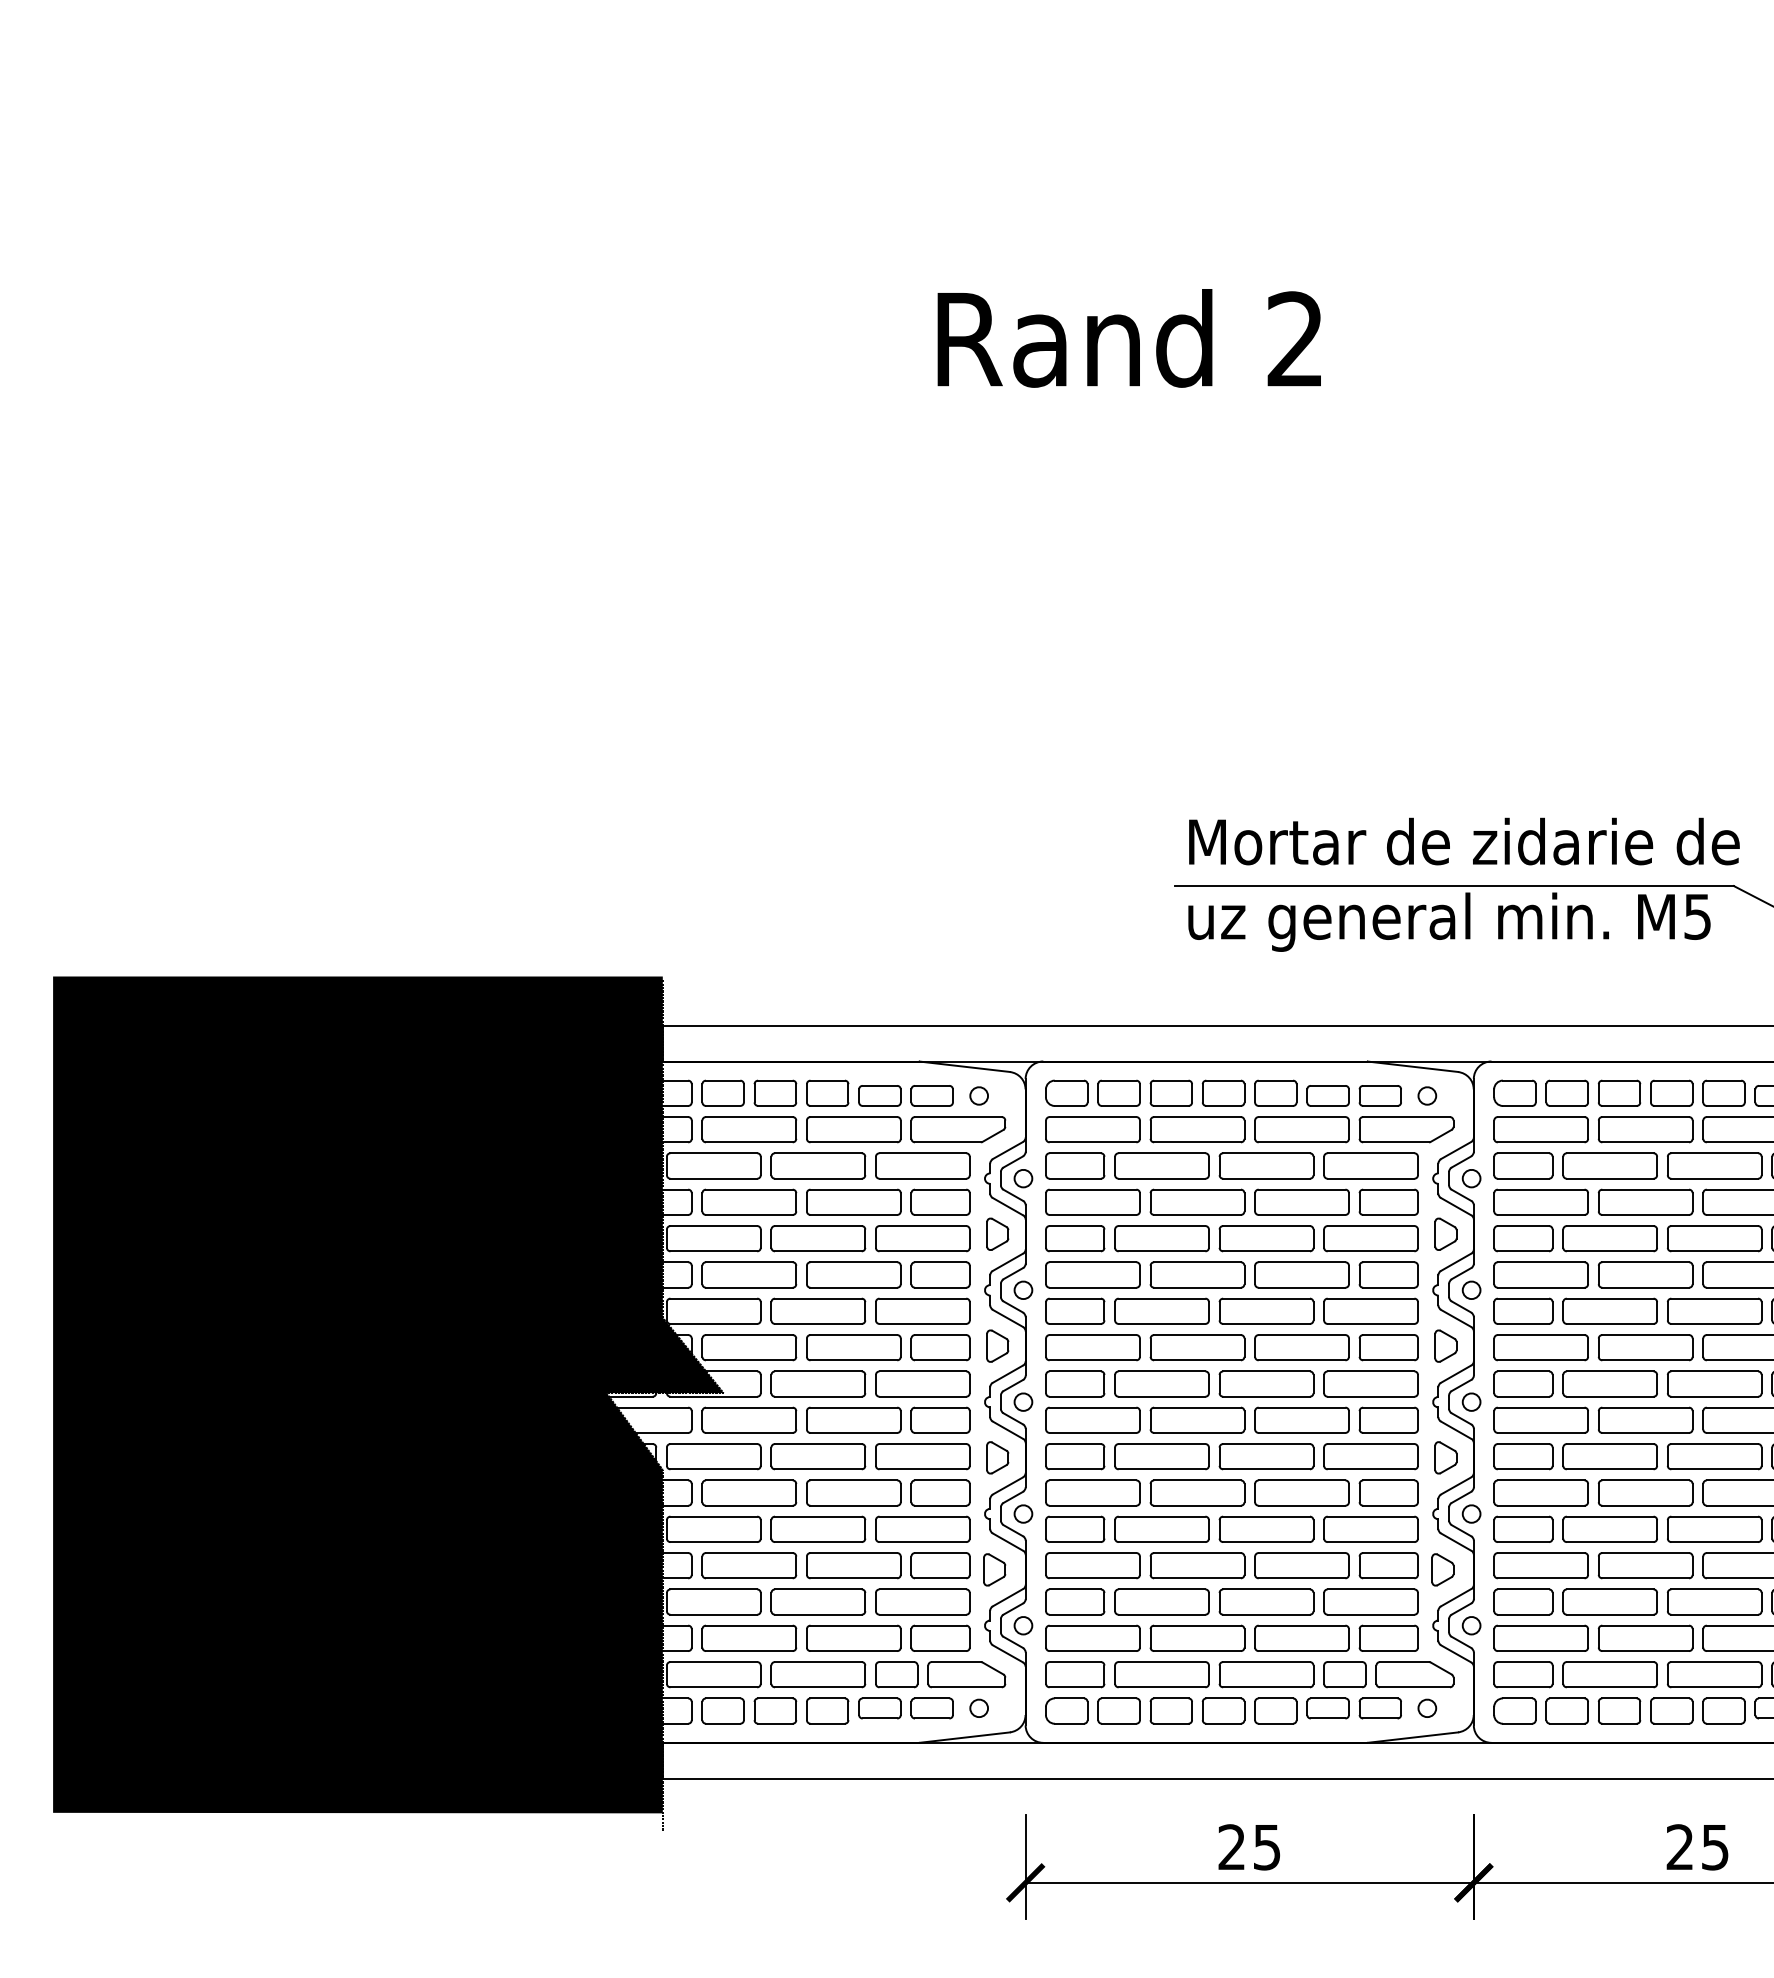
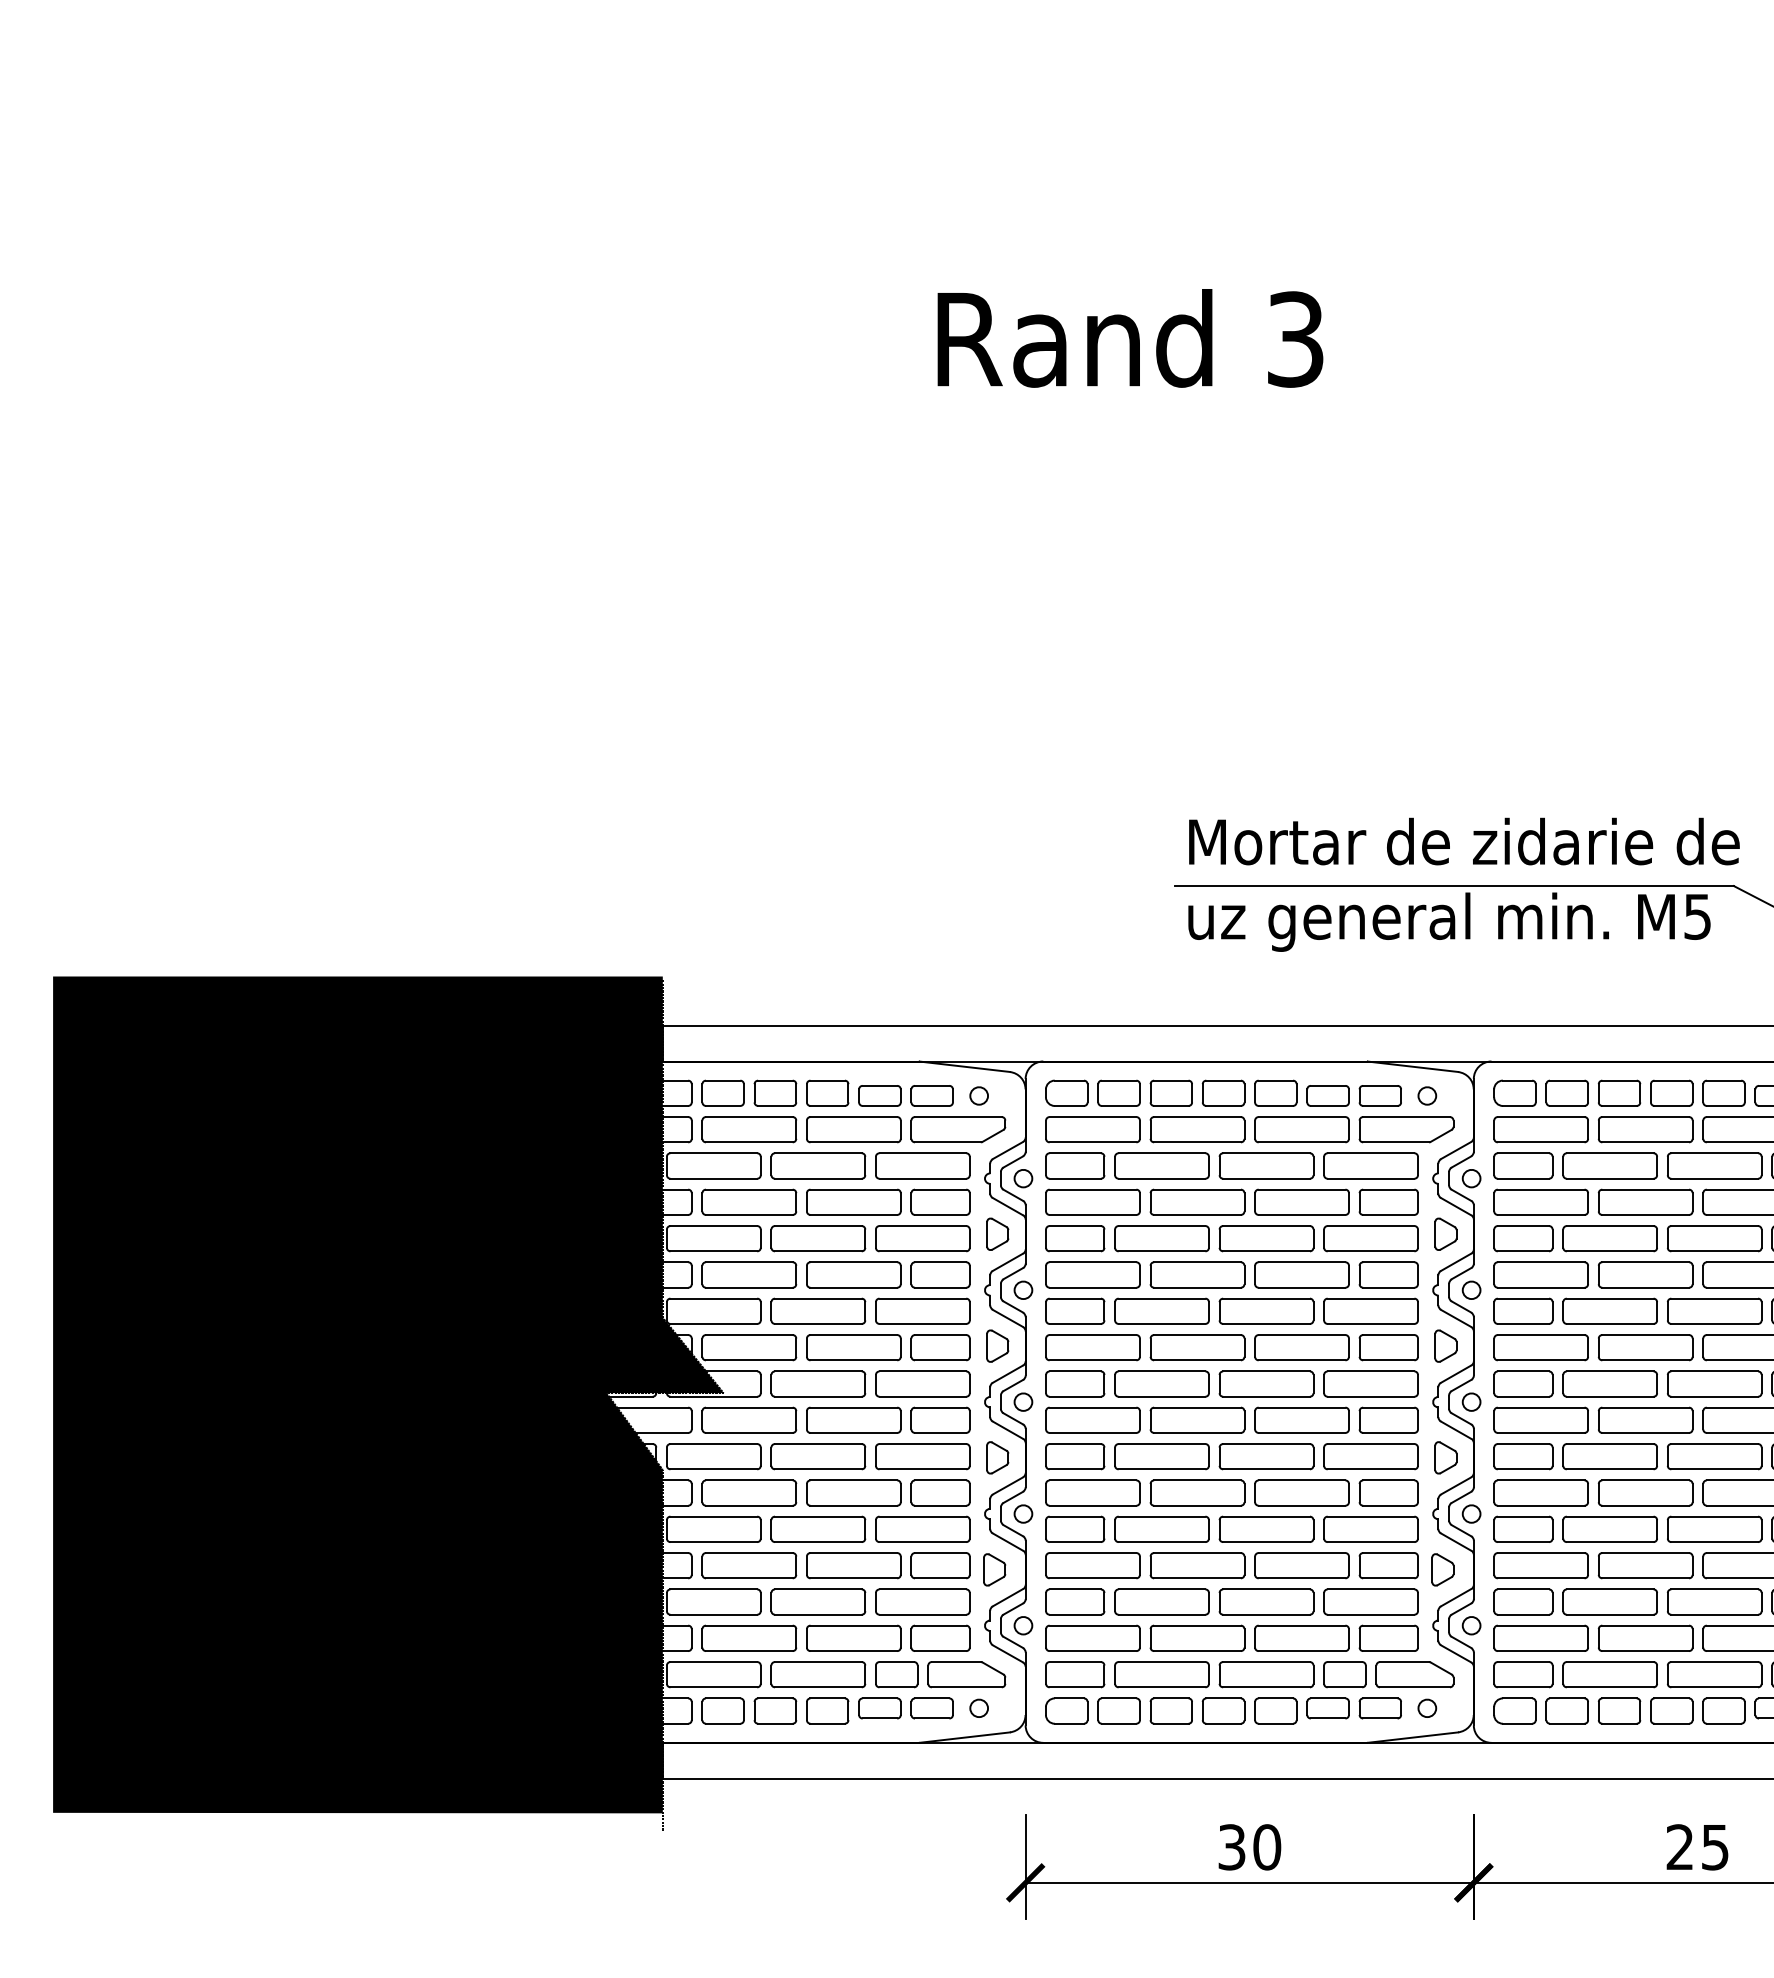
text at (1295, 339): 2 -> 3
text at (1249, 1847): 25 -> 30
